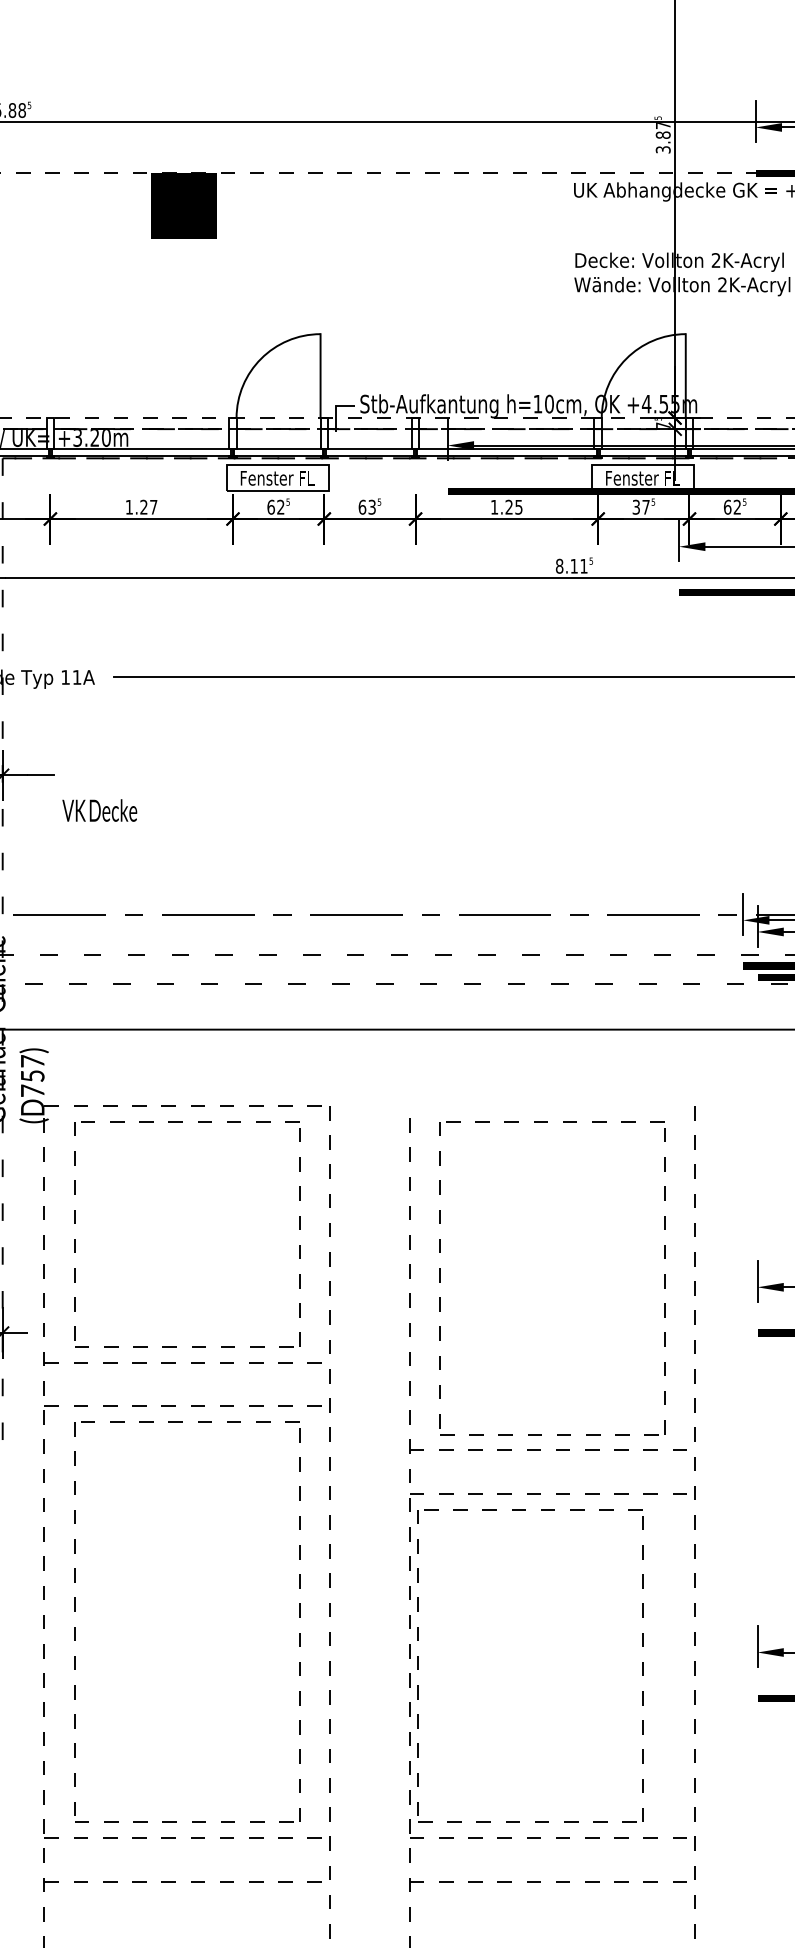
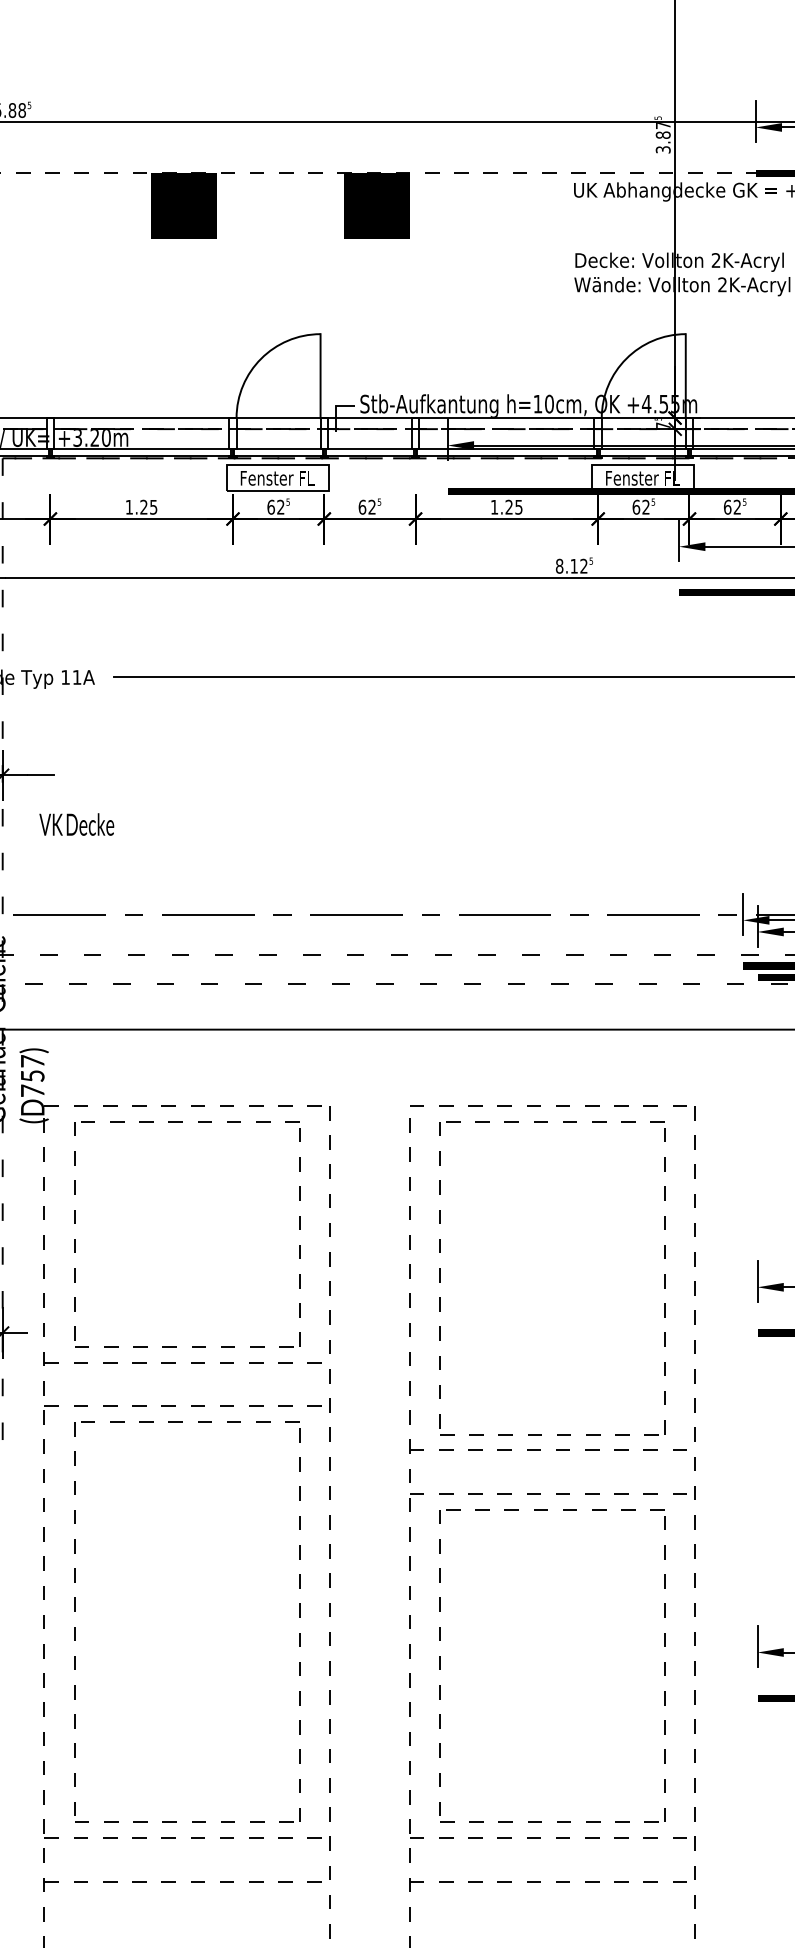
fill at (376, 205): none -> present
line at (397, 418): dashed -> solid
text at (640, 506): 37 -> 62
text at (153, 507): 1.27 -> 1.25
text at (371, 507): 63 -> 62
text at (583, 565): 8.11 -> 8.12
text at (99, 810) position: (99, 810) -> (76, 824)
line at (540, 1105): none -> present
part at (418, 1665) position: (418, 1665) -> (440, 1665)
